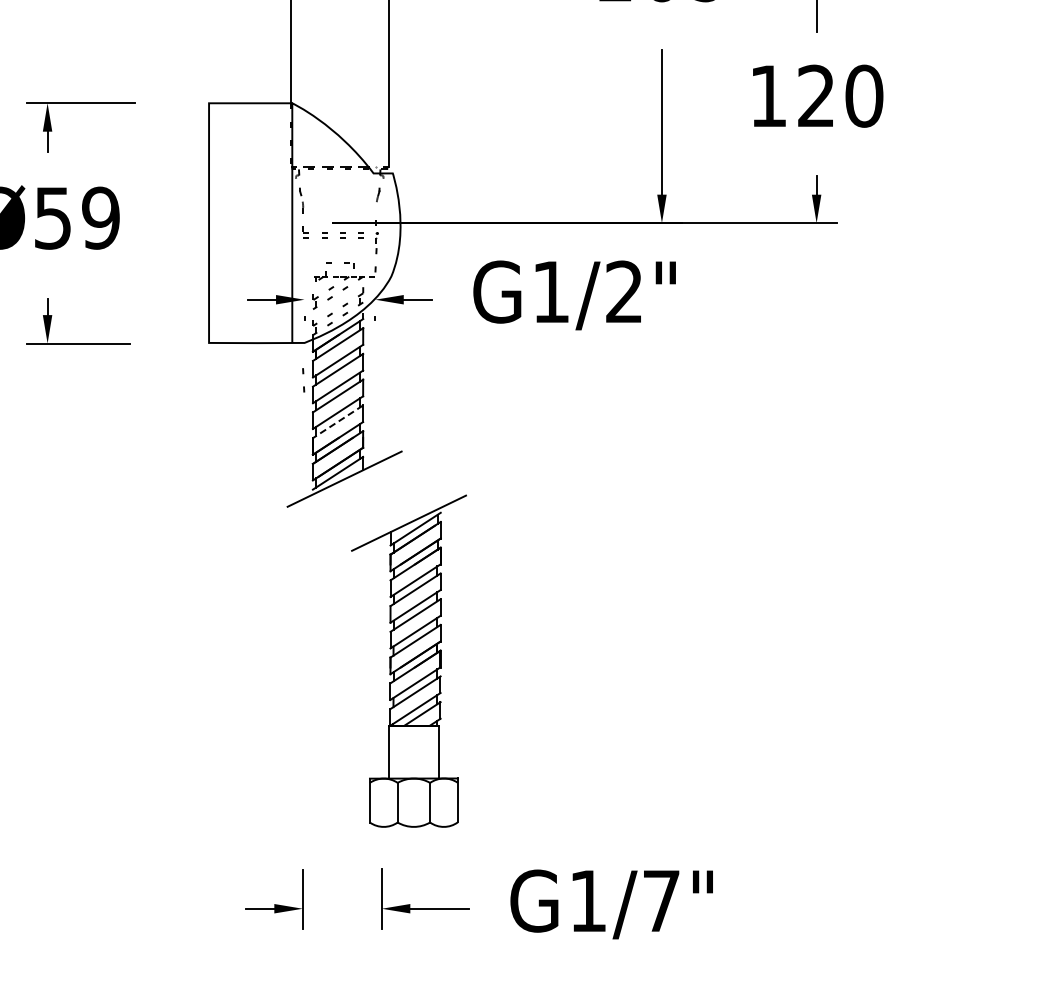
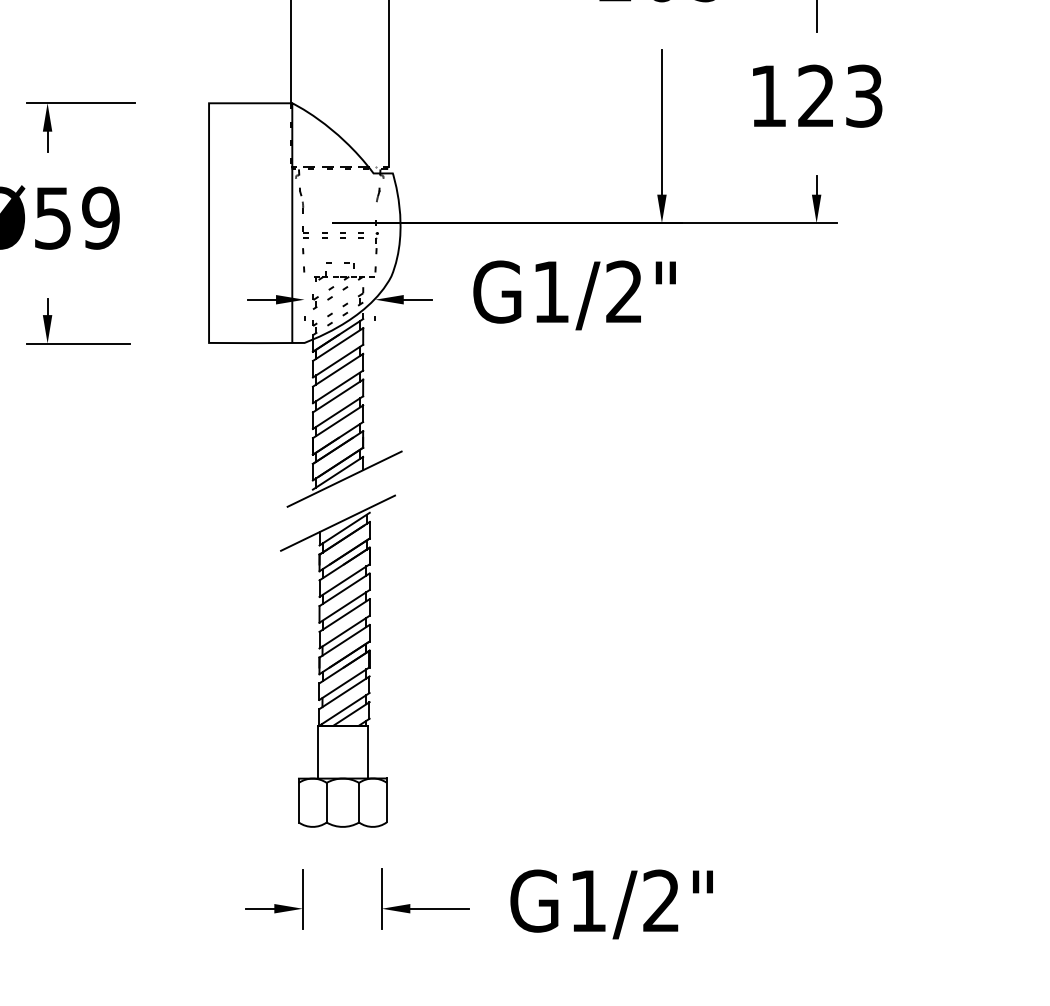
text at (864, 95): 120 -> 123
line at (303, 374) position: (303, 374) -> (303, 254)
line at (338, 421): dashed -> solid
part at (408, 660) position: (408, 660) -> (337, 660)
text at (661, 900): G1/7" -> G1/2"
